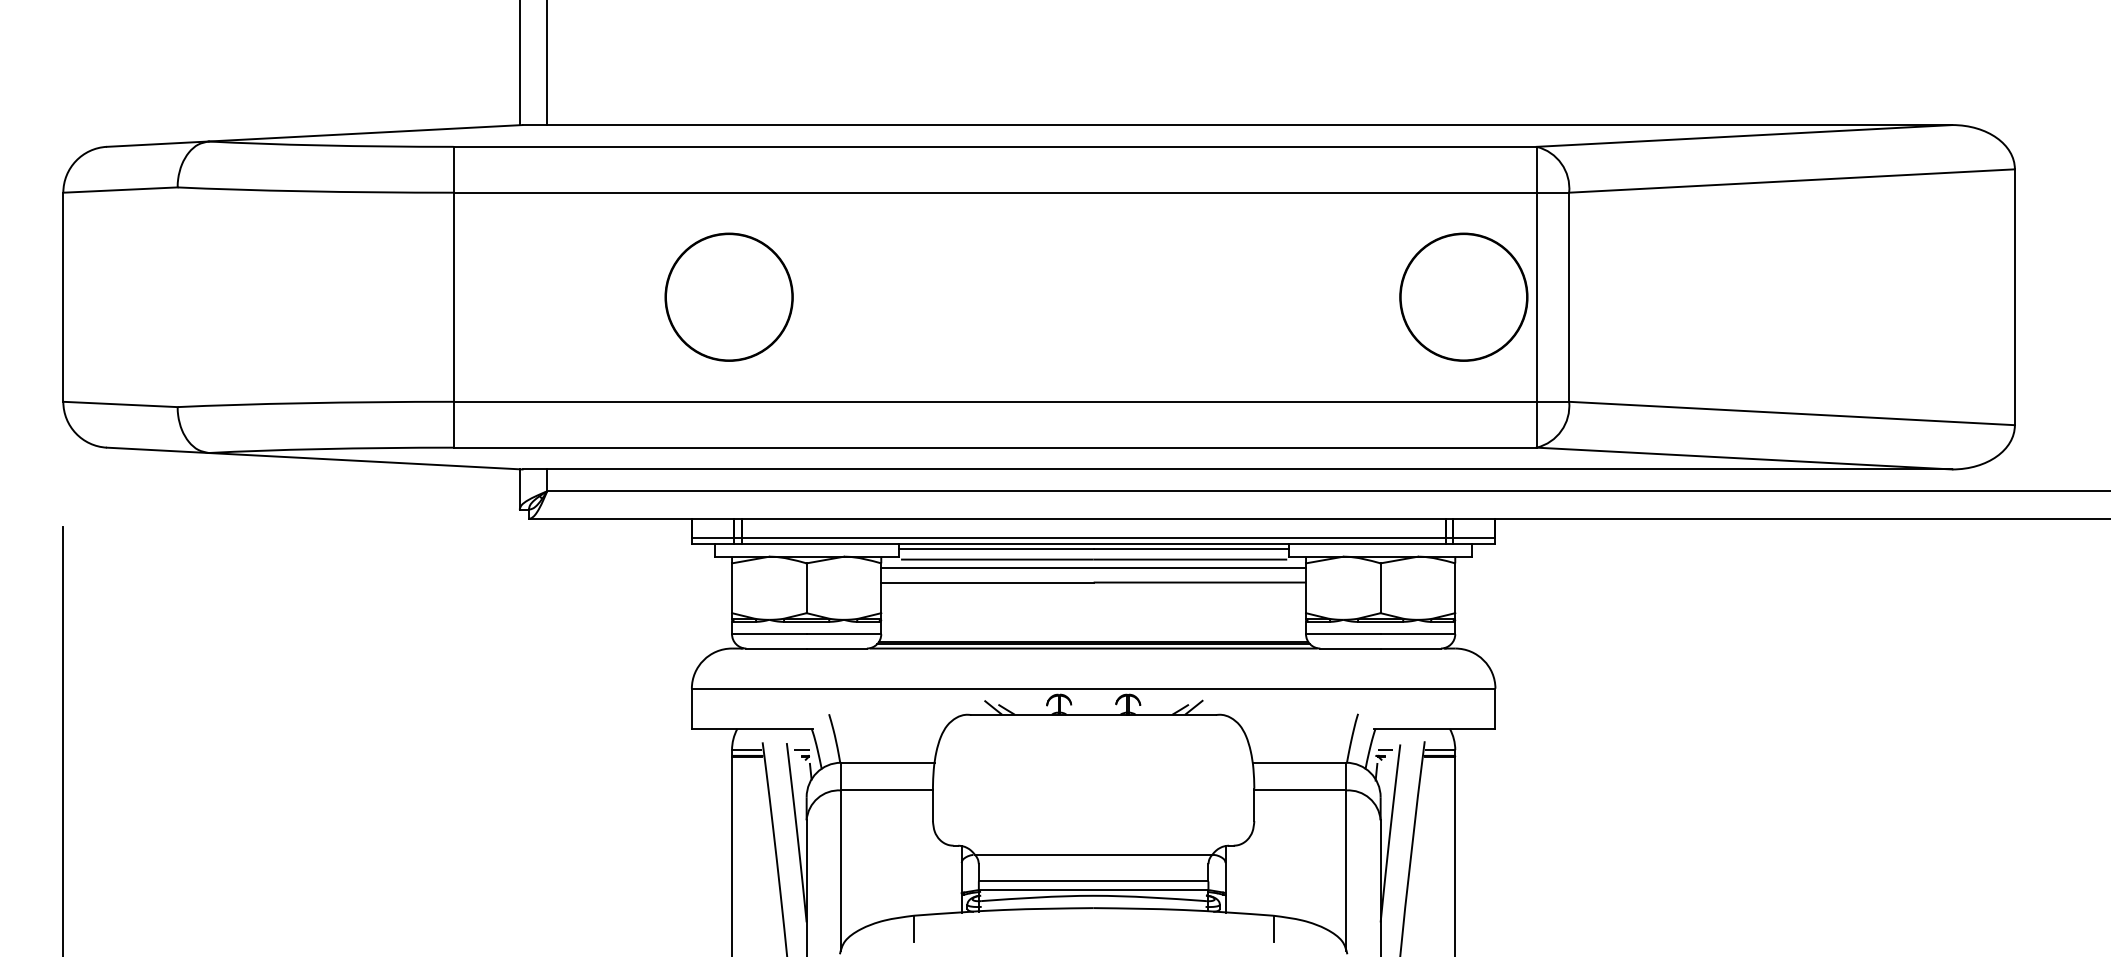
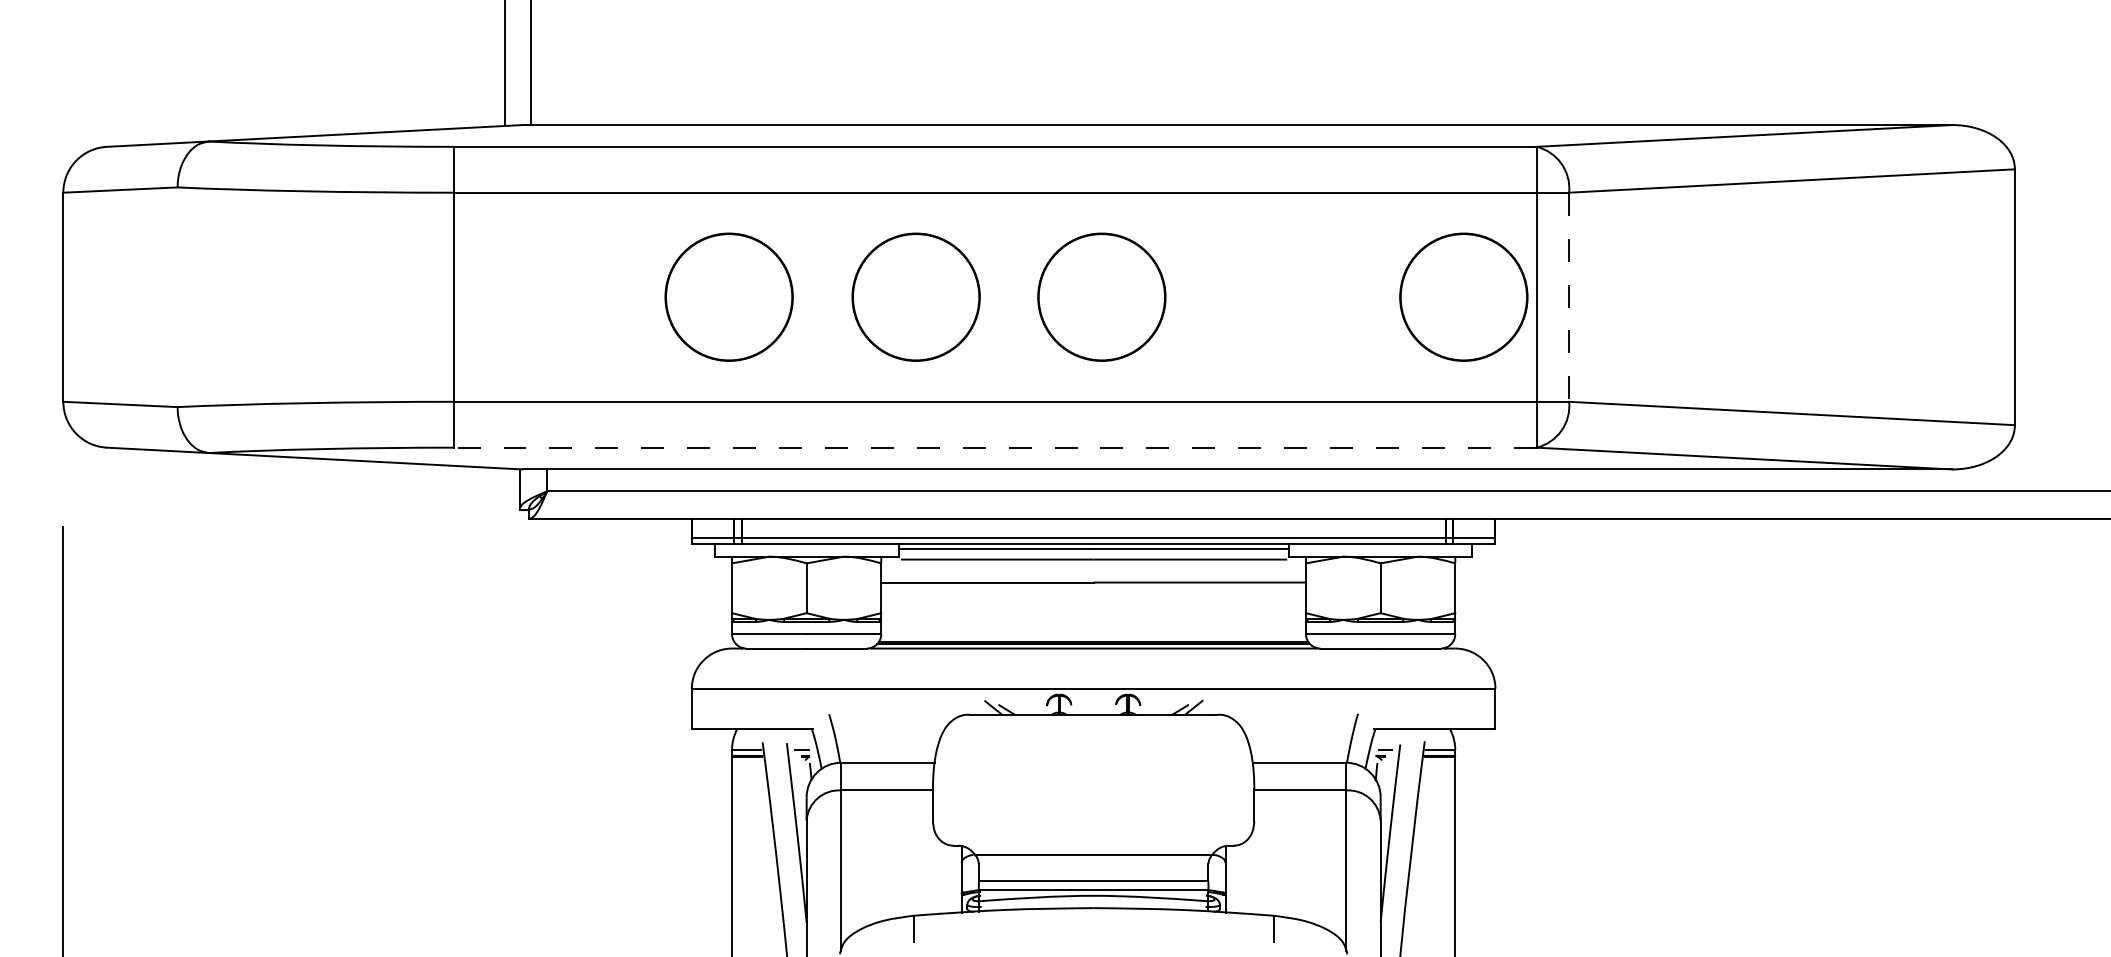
line at (519, 63) position: (519, 63) -> (504, 63)
line at (547, 63) position: (547, 63) -> (531, 63)
circle at (915, 296): none -> present
circle at (1101, 296): none -> present
line at (1569, 297): solid -> dashed
line at (995, 447): solid -> dashed
line at (1093, 568): present -> none
